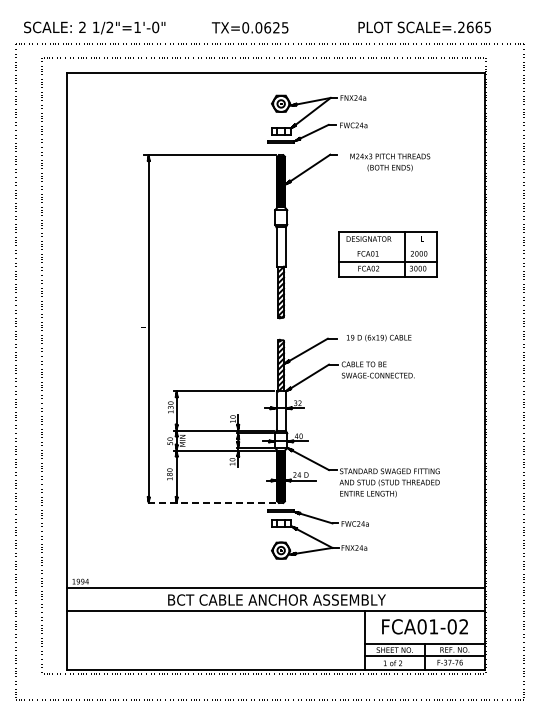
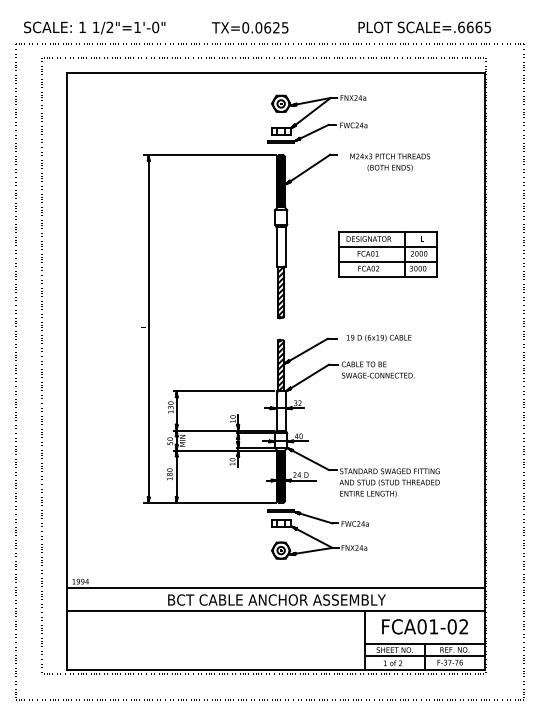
text at (82, 26): 2 -> 1
text at (461, 27): SCALE=.2665 -> SCALE=.6665
line at (387, 246): none -> present
line at (209, 502): dashed -> solid
